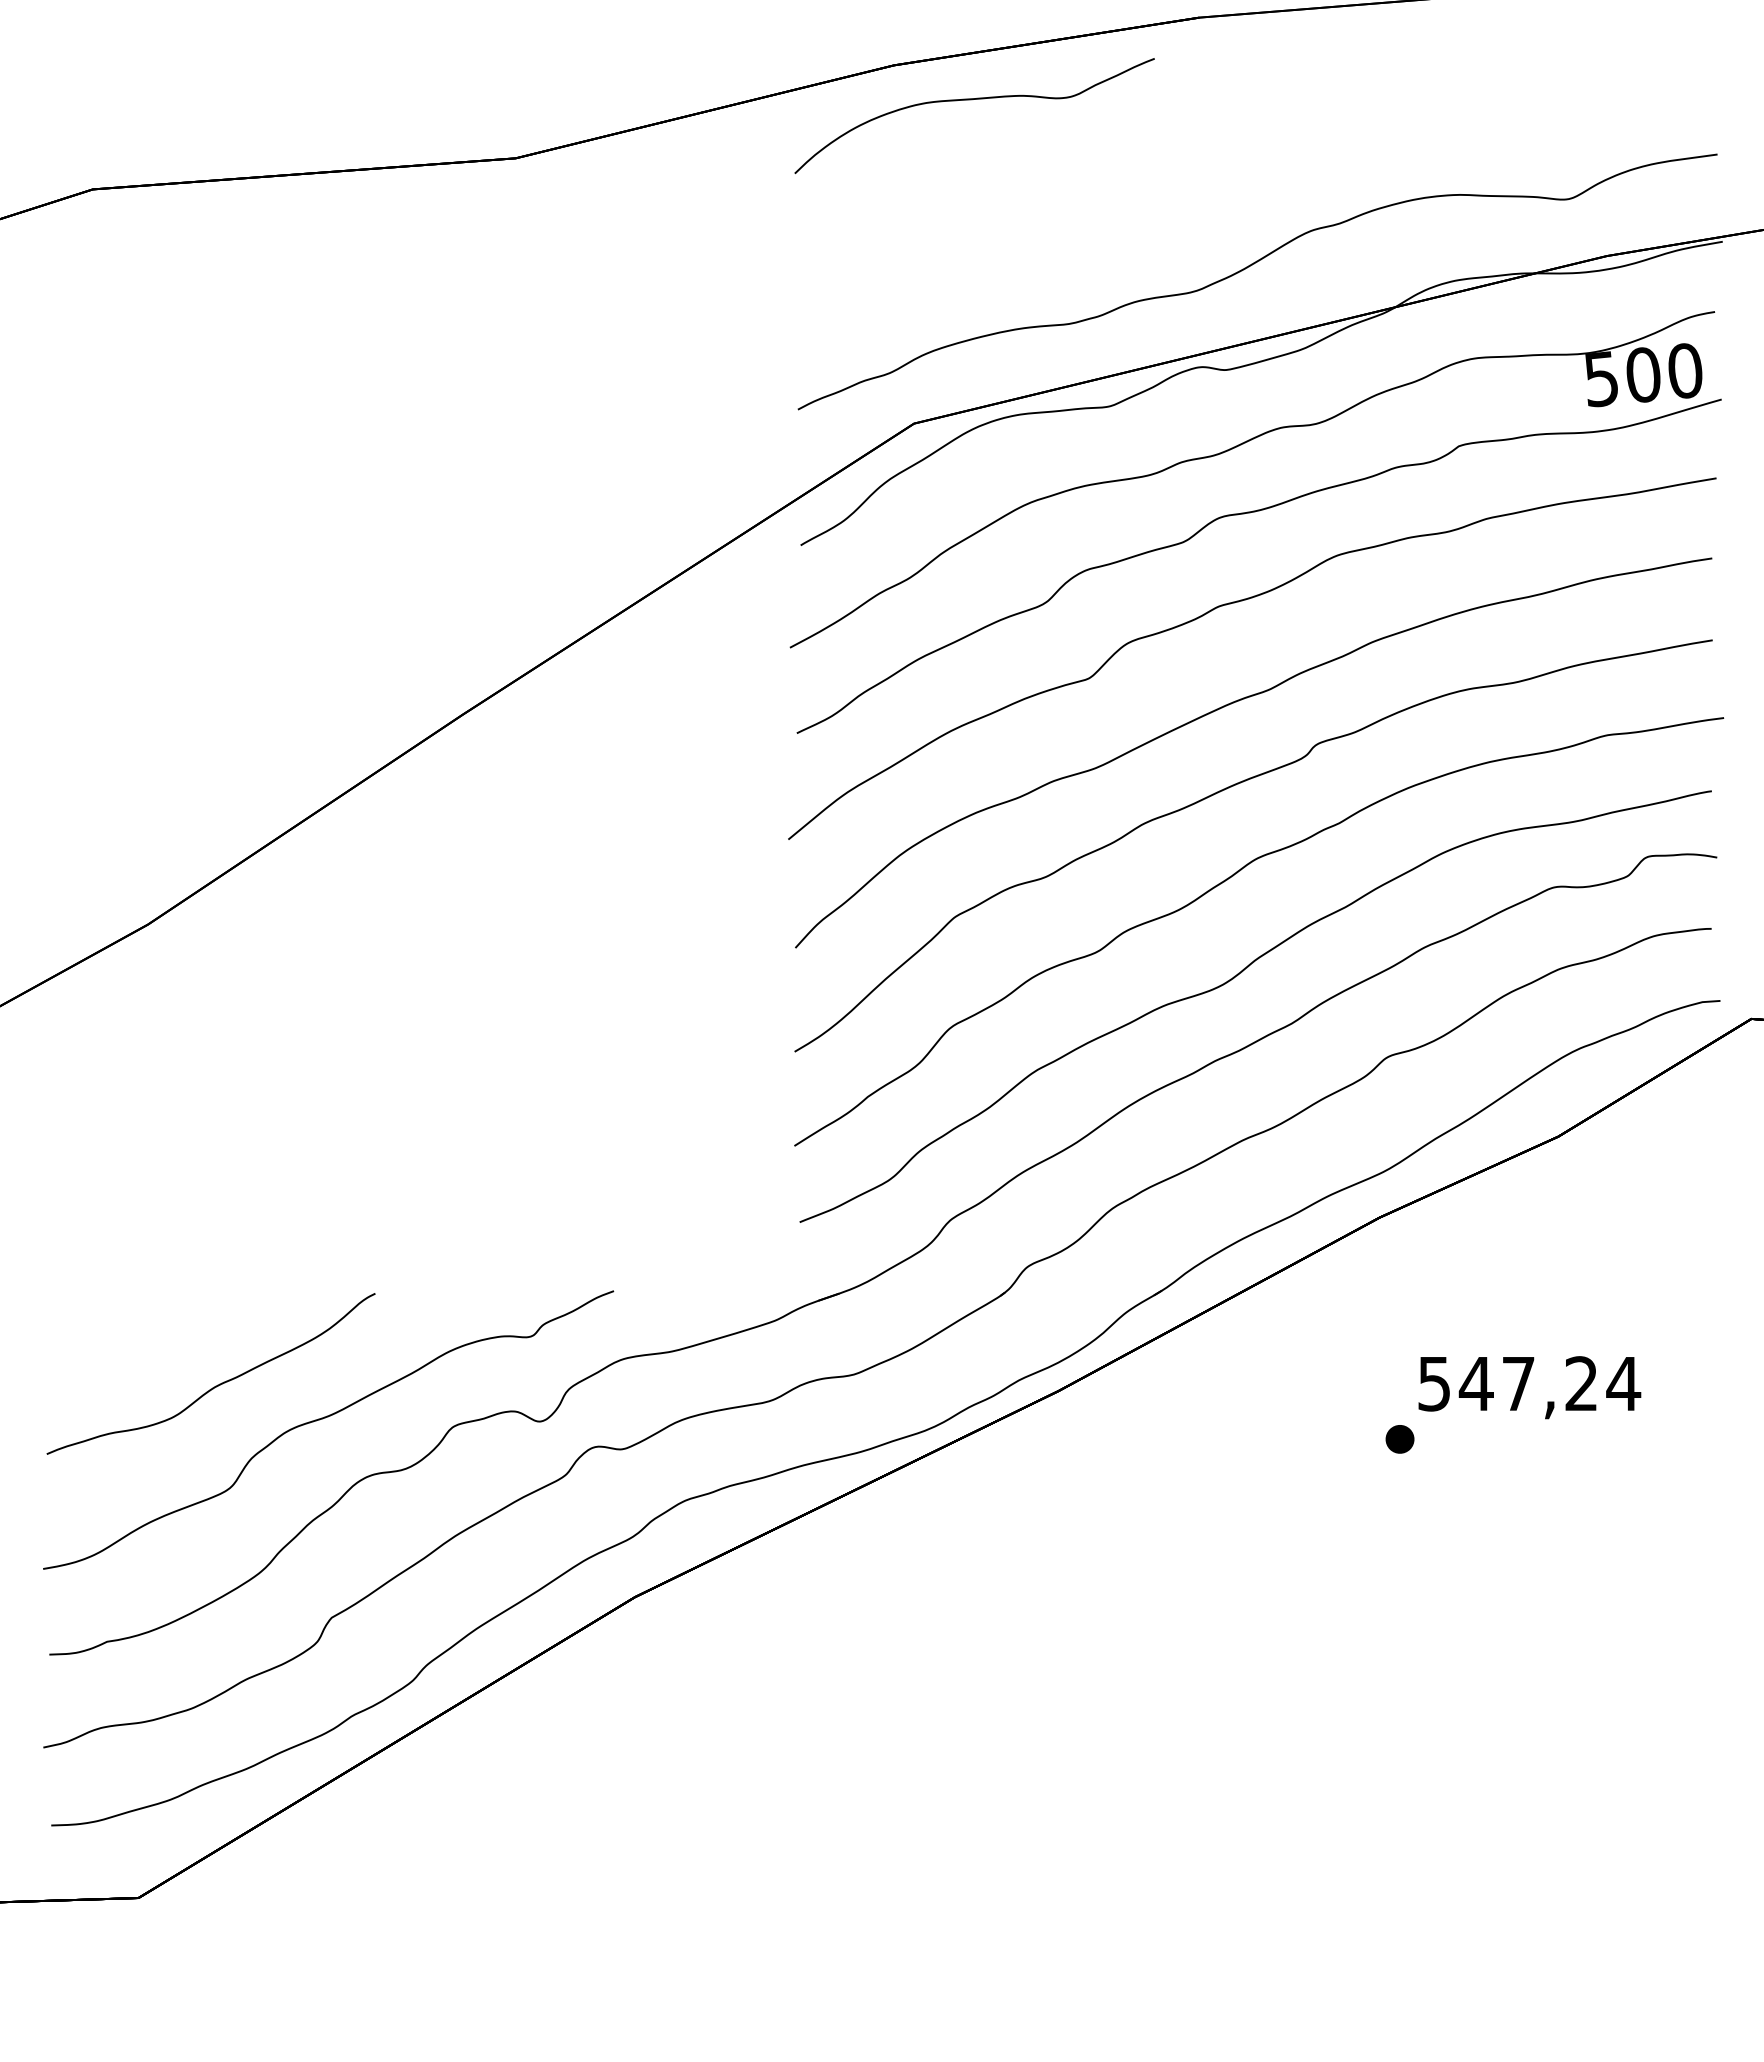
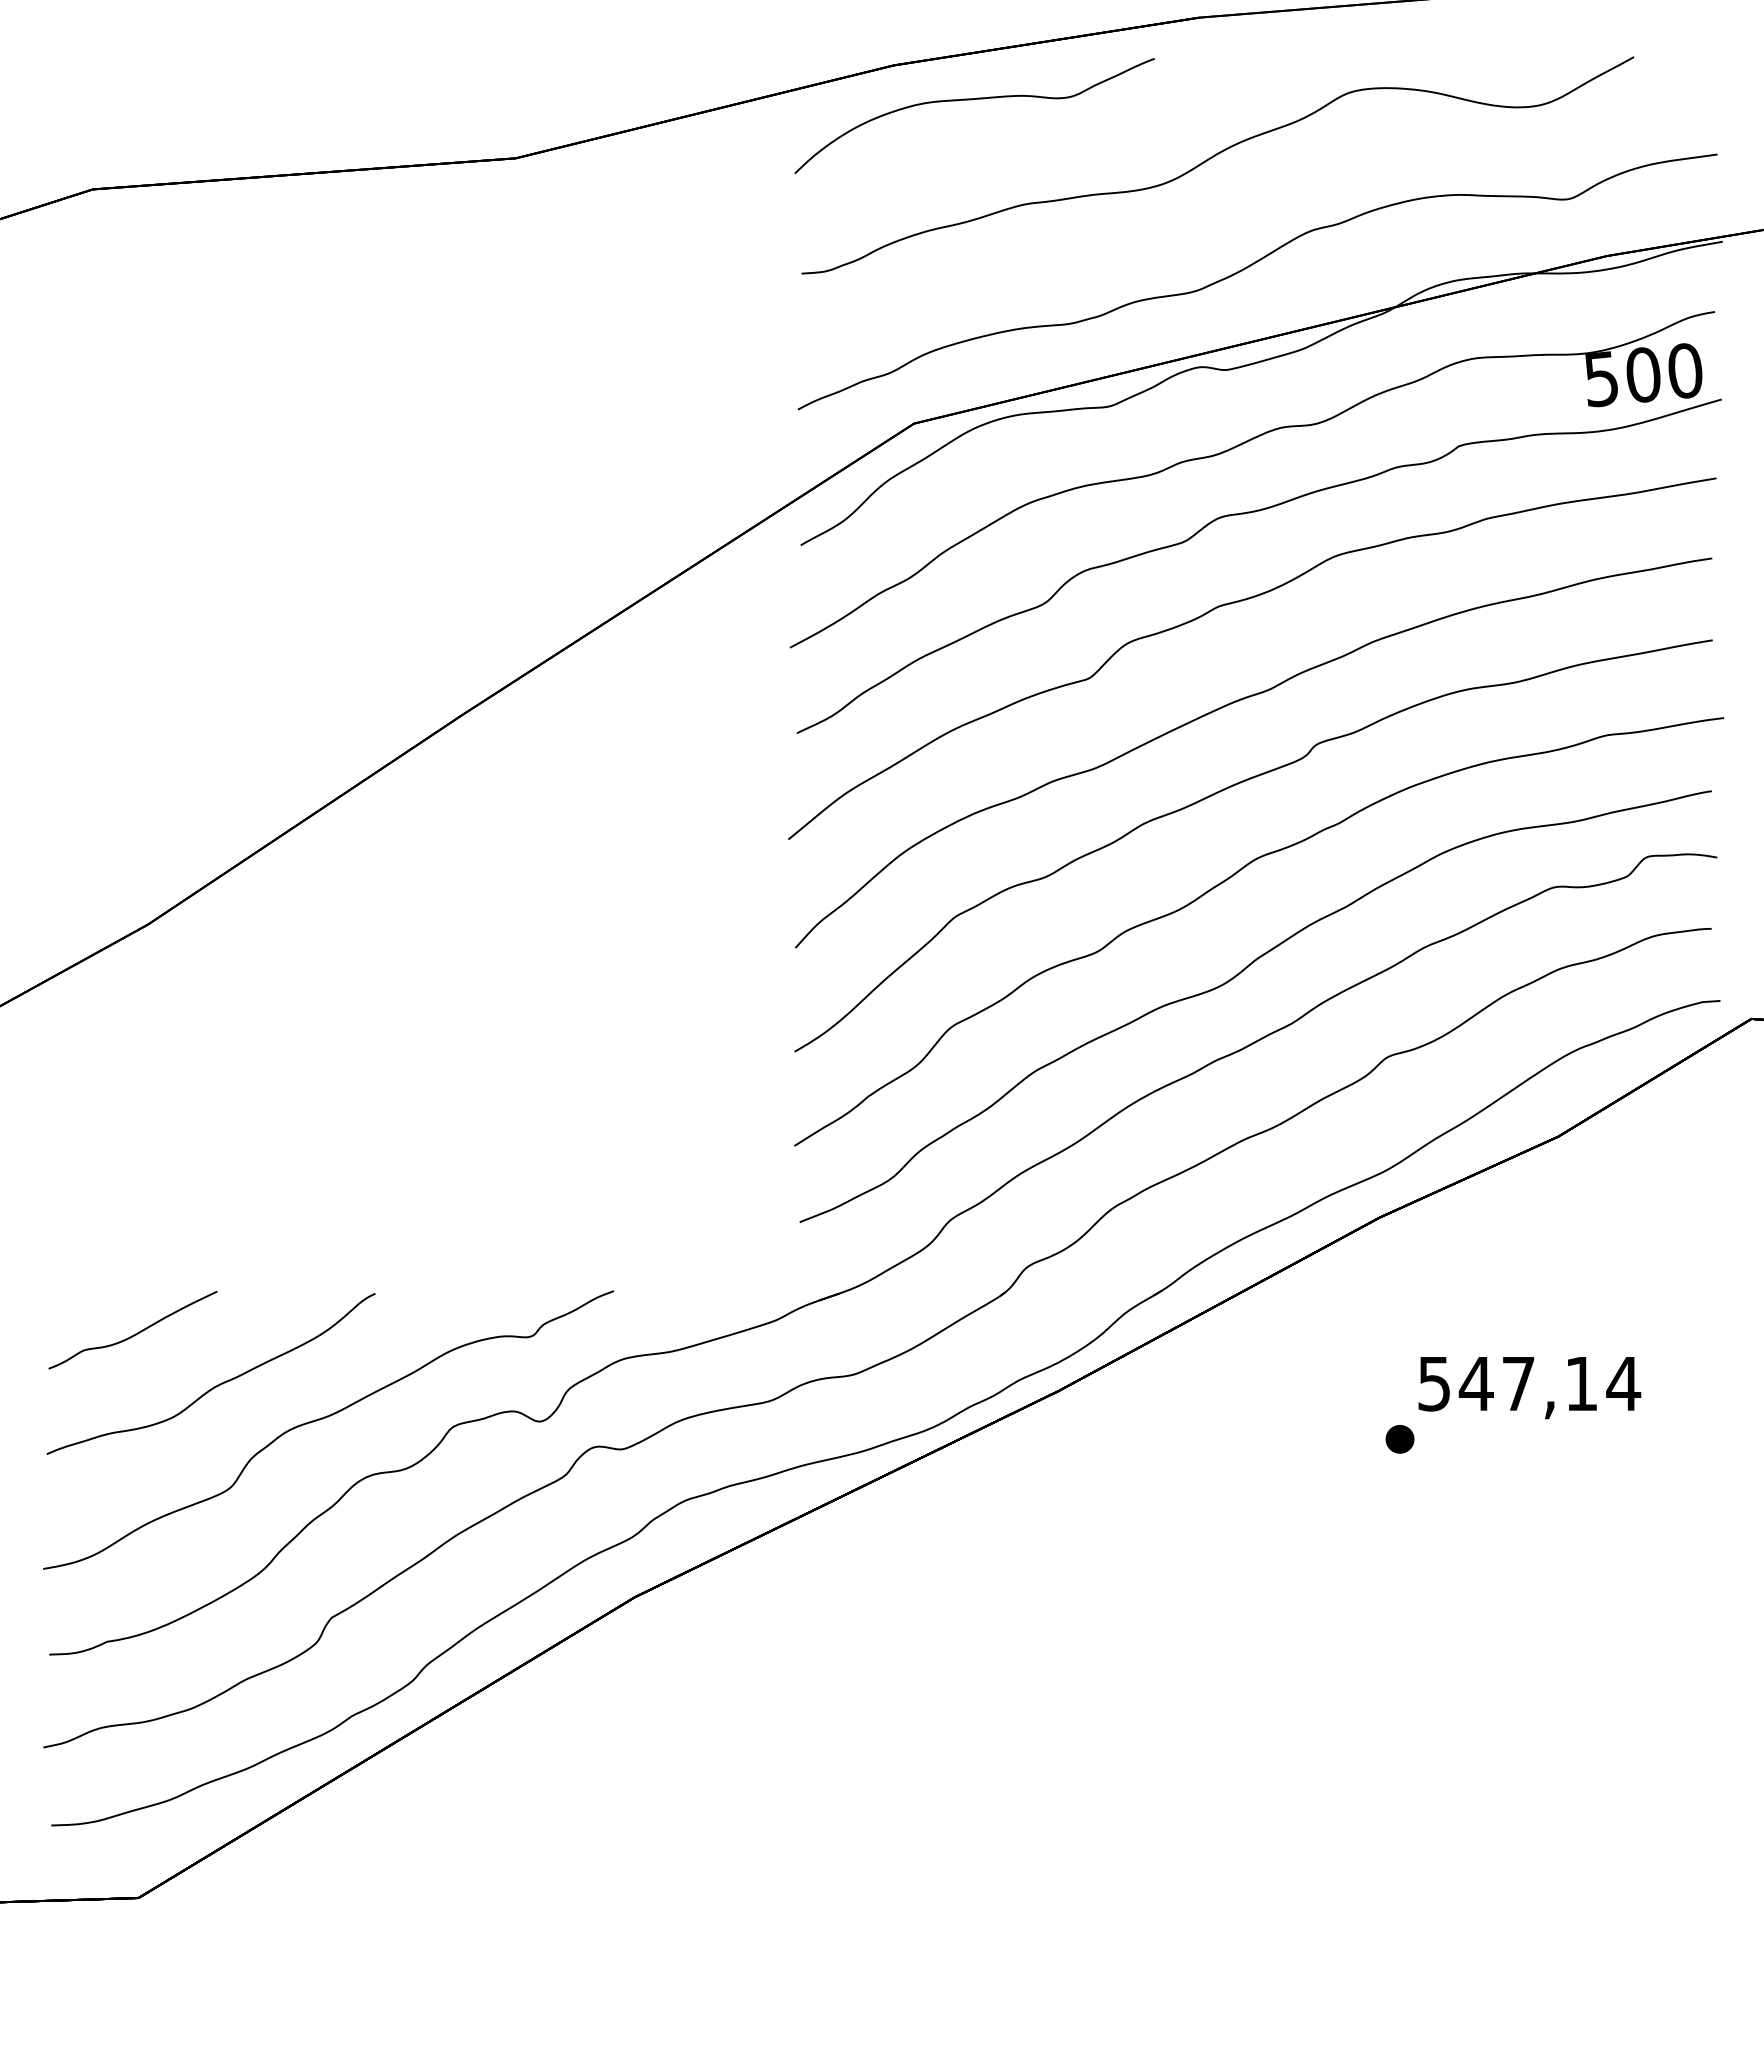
part at (1212, 158): none -> present
curve at (135, 1333): none -> present
text at (1580, 1383): 547,24 -> 547,14
